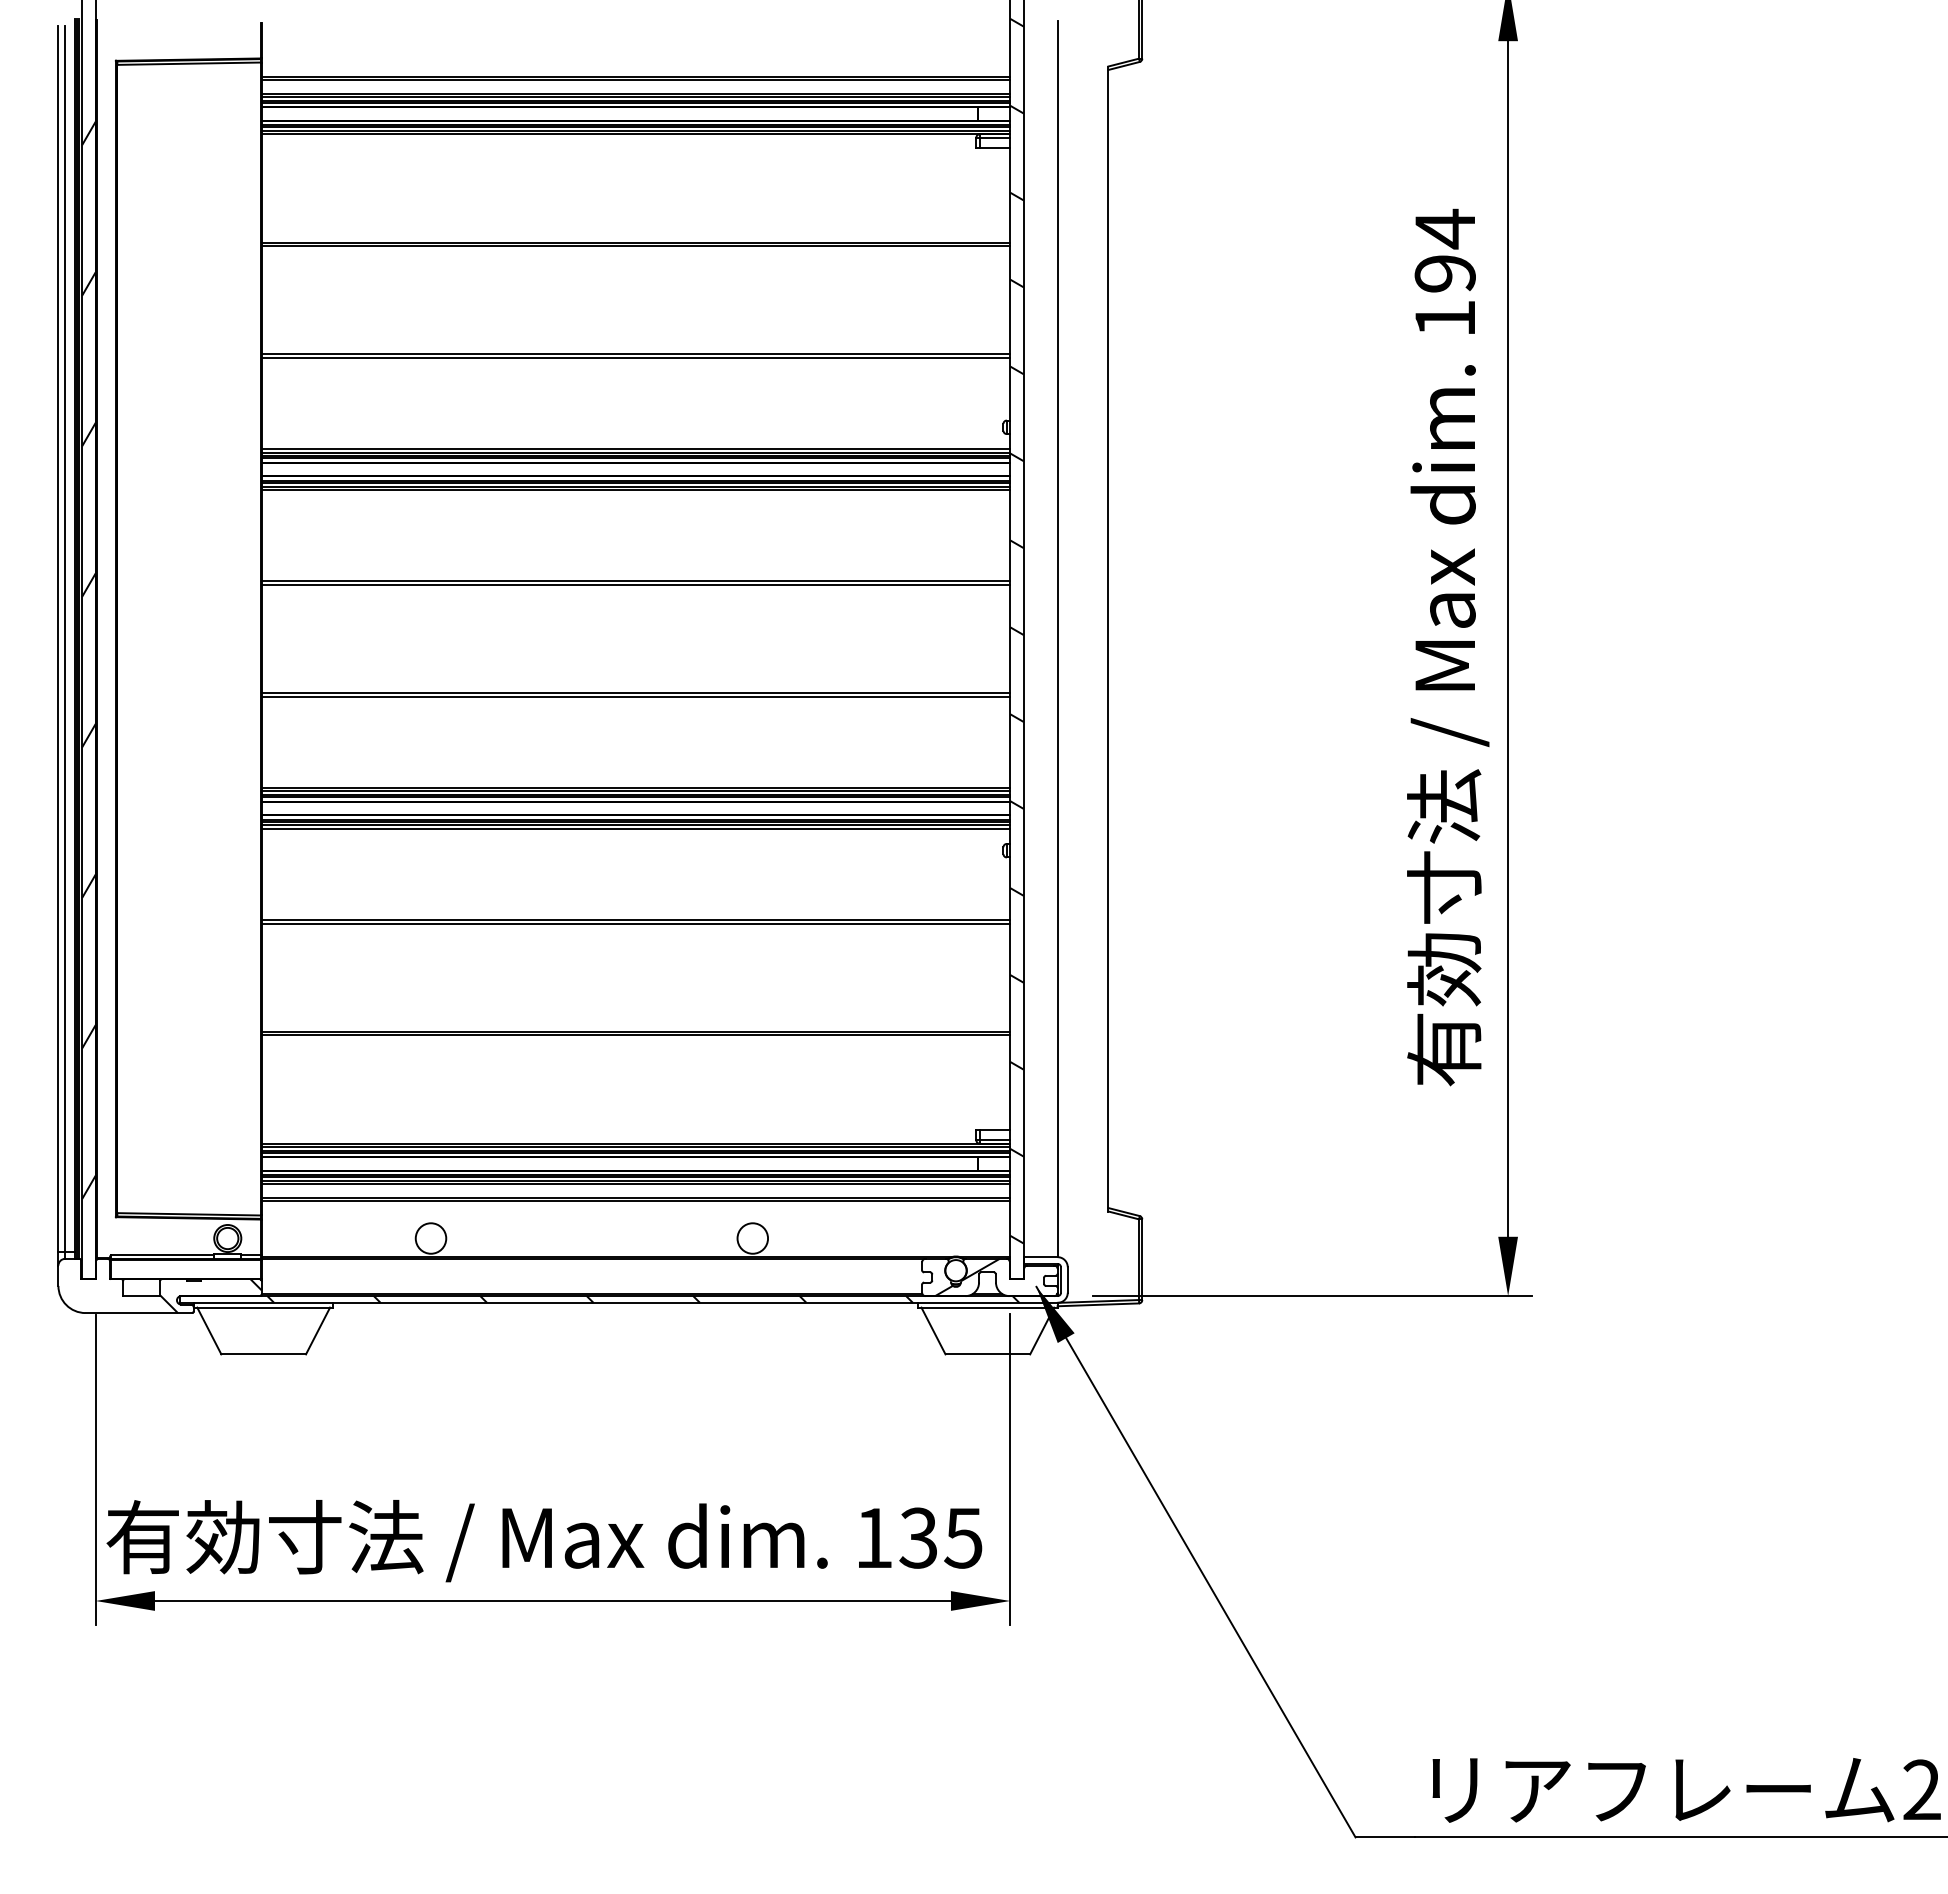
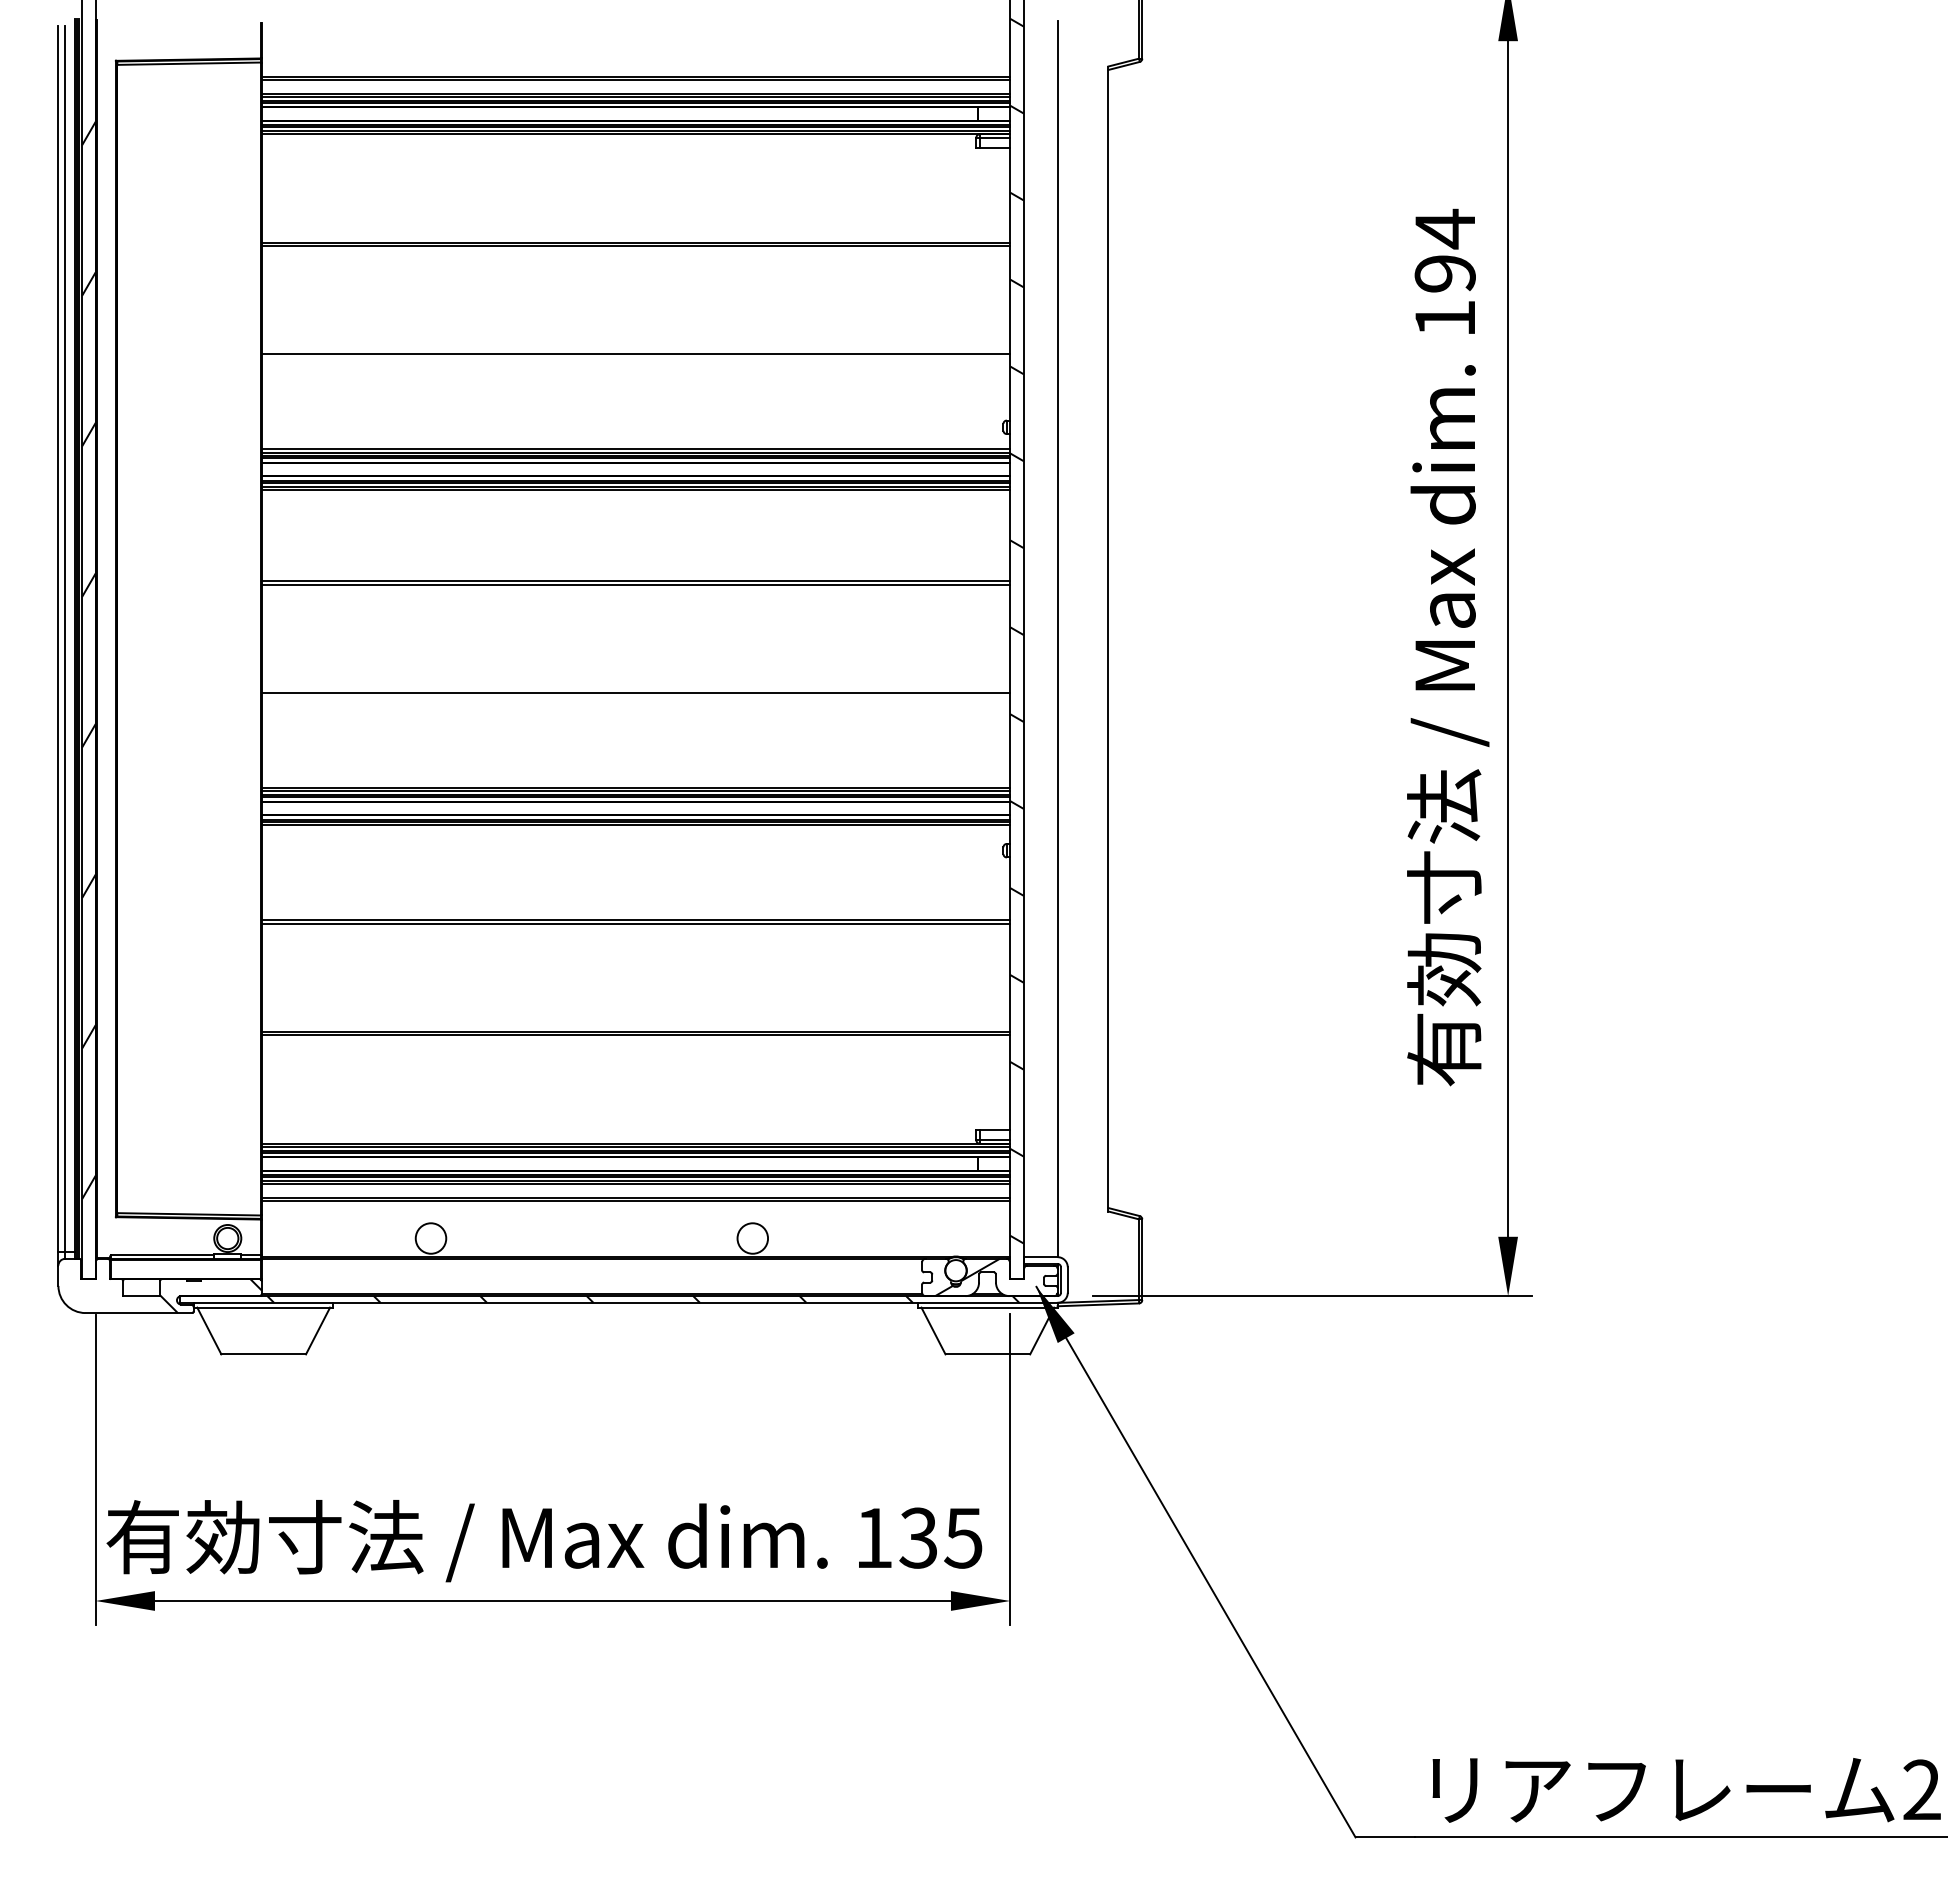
line at (635, 357): present -> none
line at (635, 696): present -> none
line at (635, 828): present -> none
